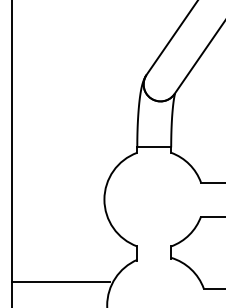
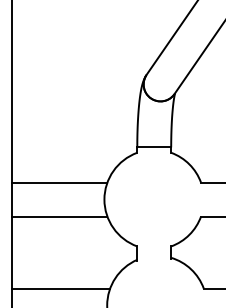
line at (59, 182): none -> present
line at (59, 216): none -> present
line at (61, 281) position: (61, 281) -> (61, 288)
